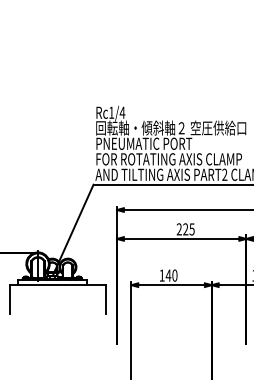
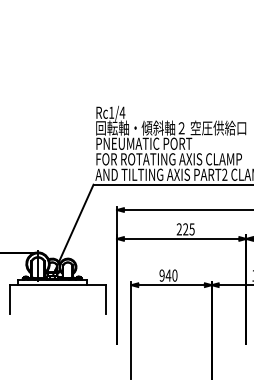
text at (161, 275): 140 -> 940
